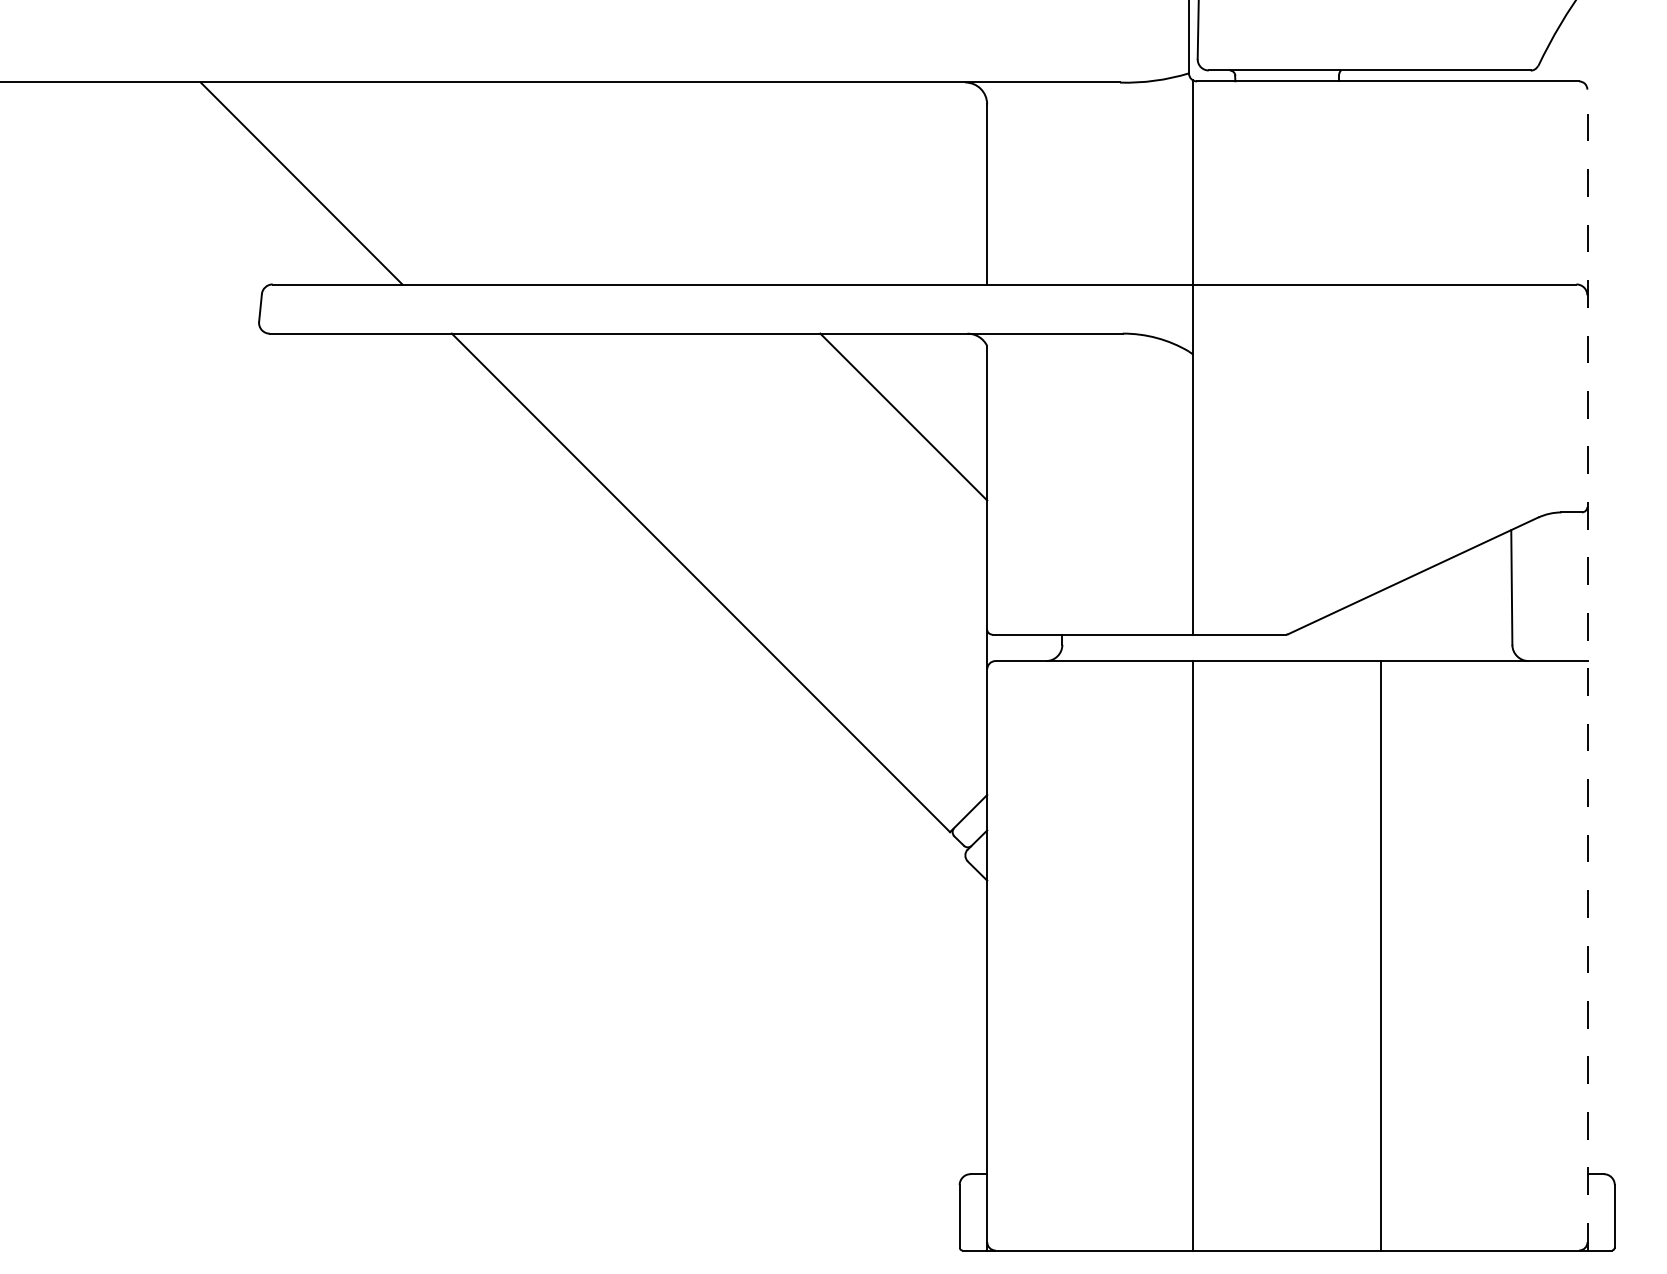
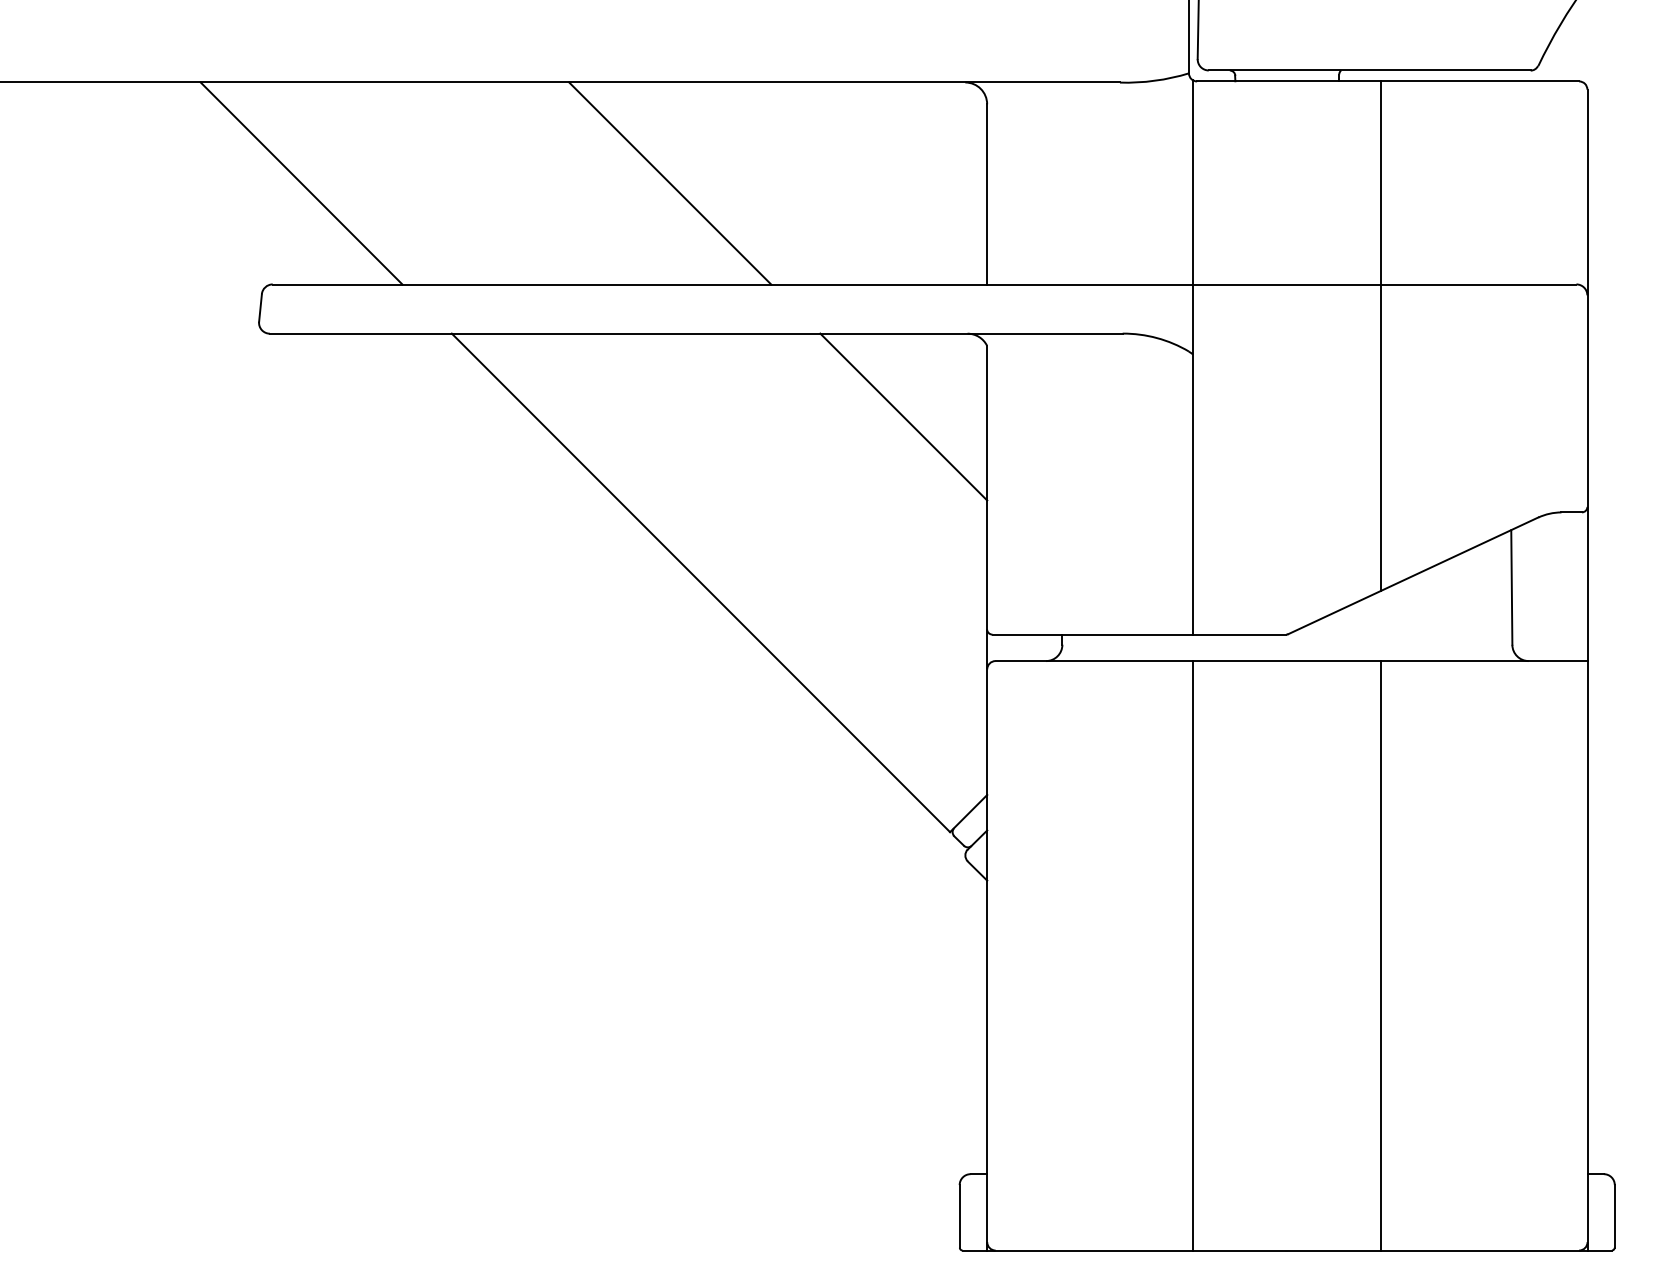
line at (670, 183): none -> present
line at (1381, 335): none -> present
line at (1587, 669): dashed -> solid
